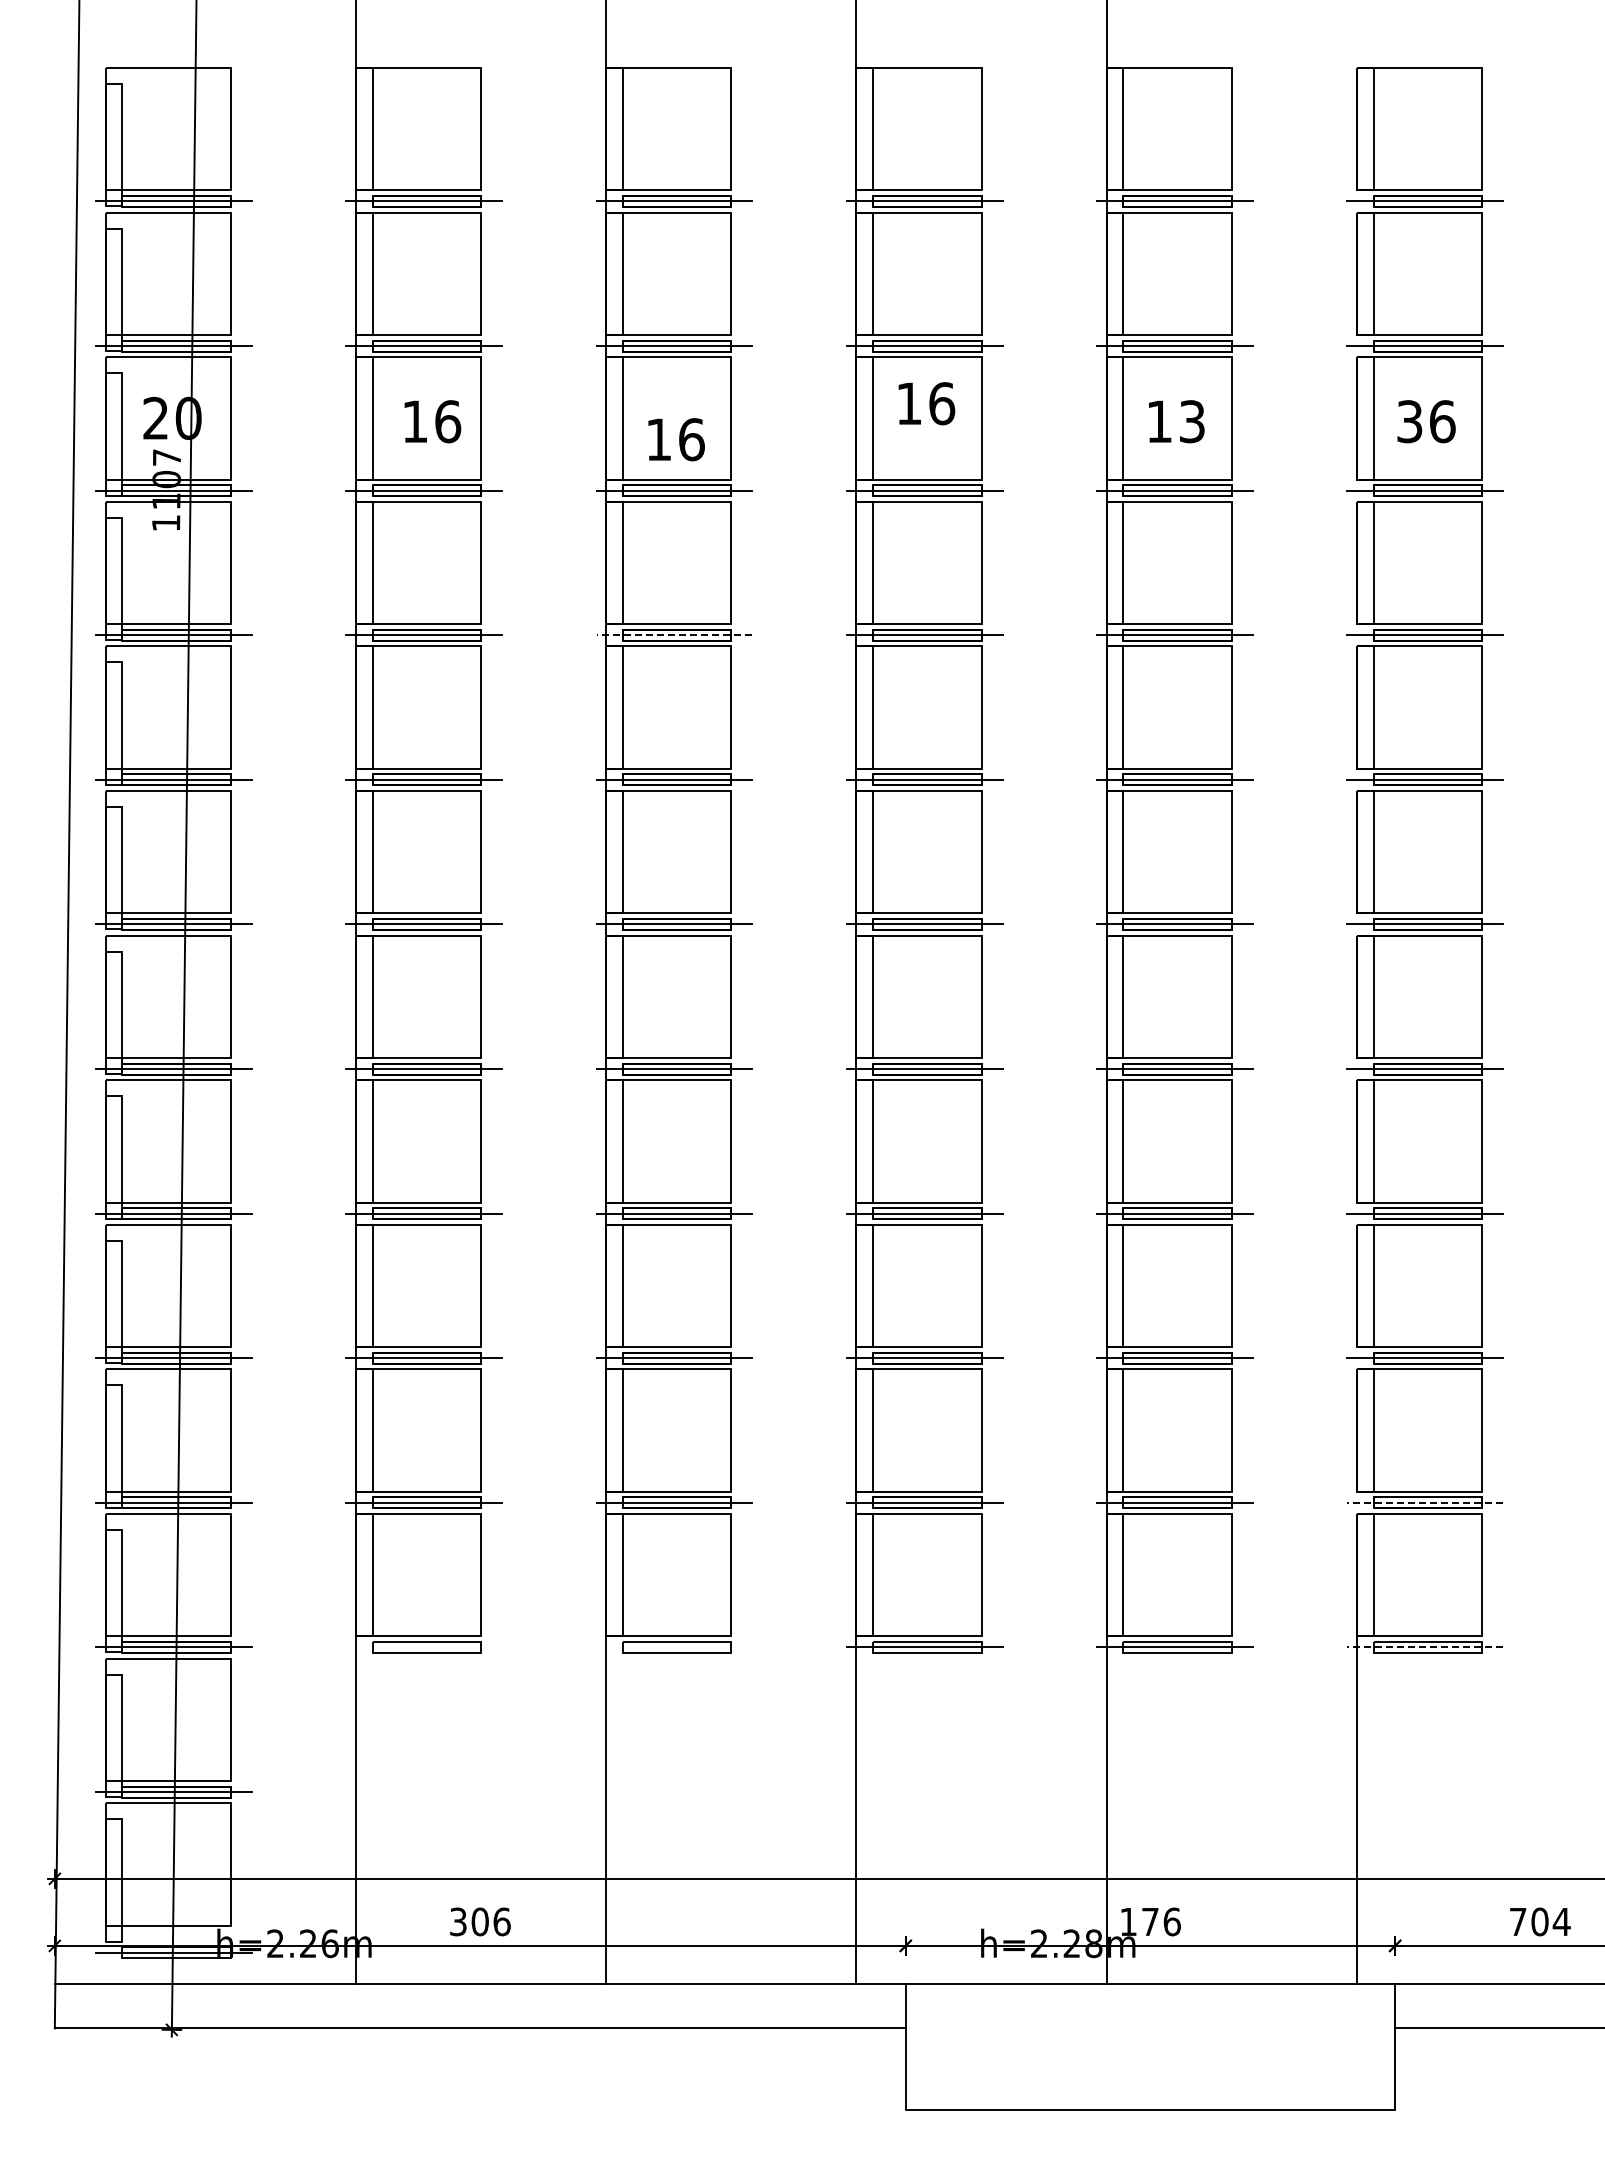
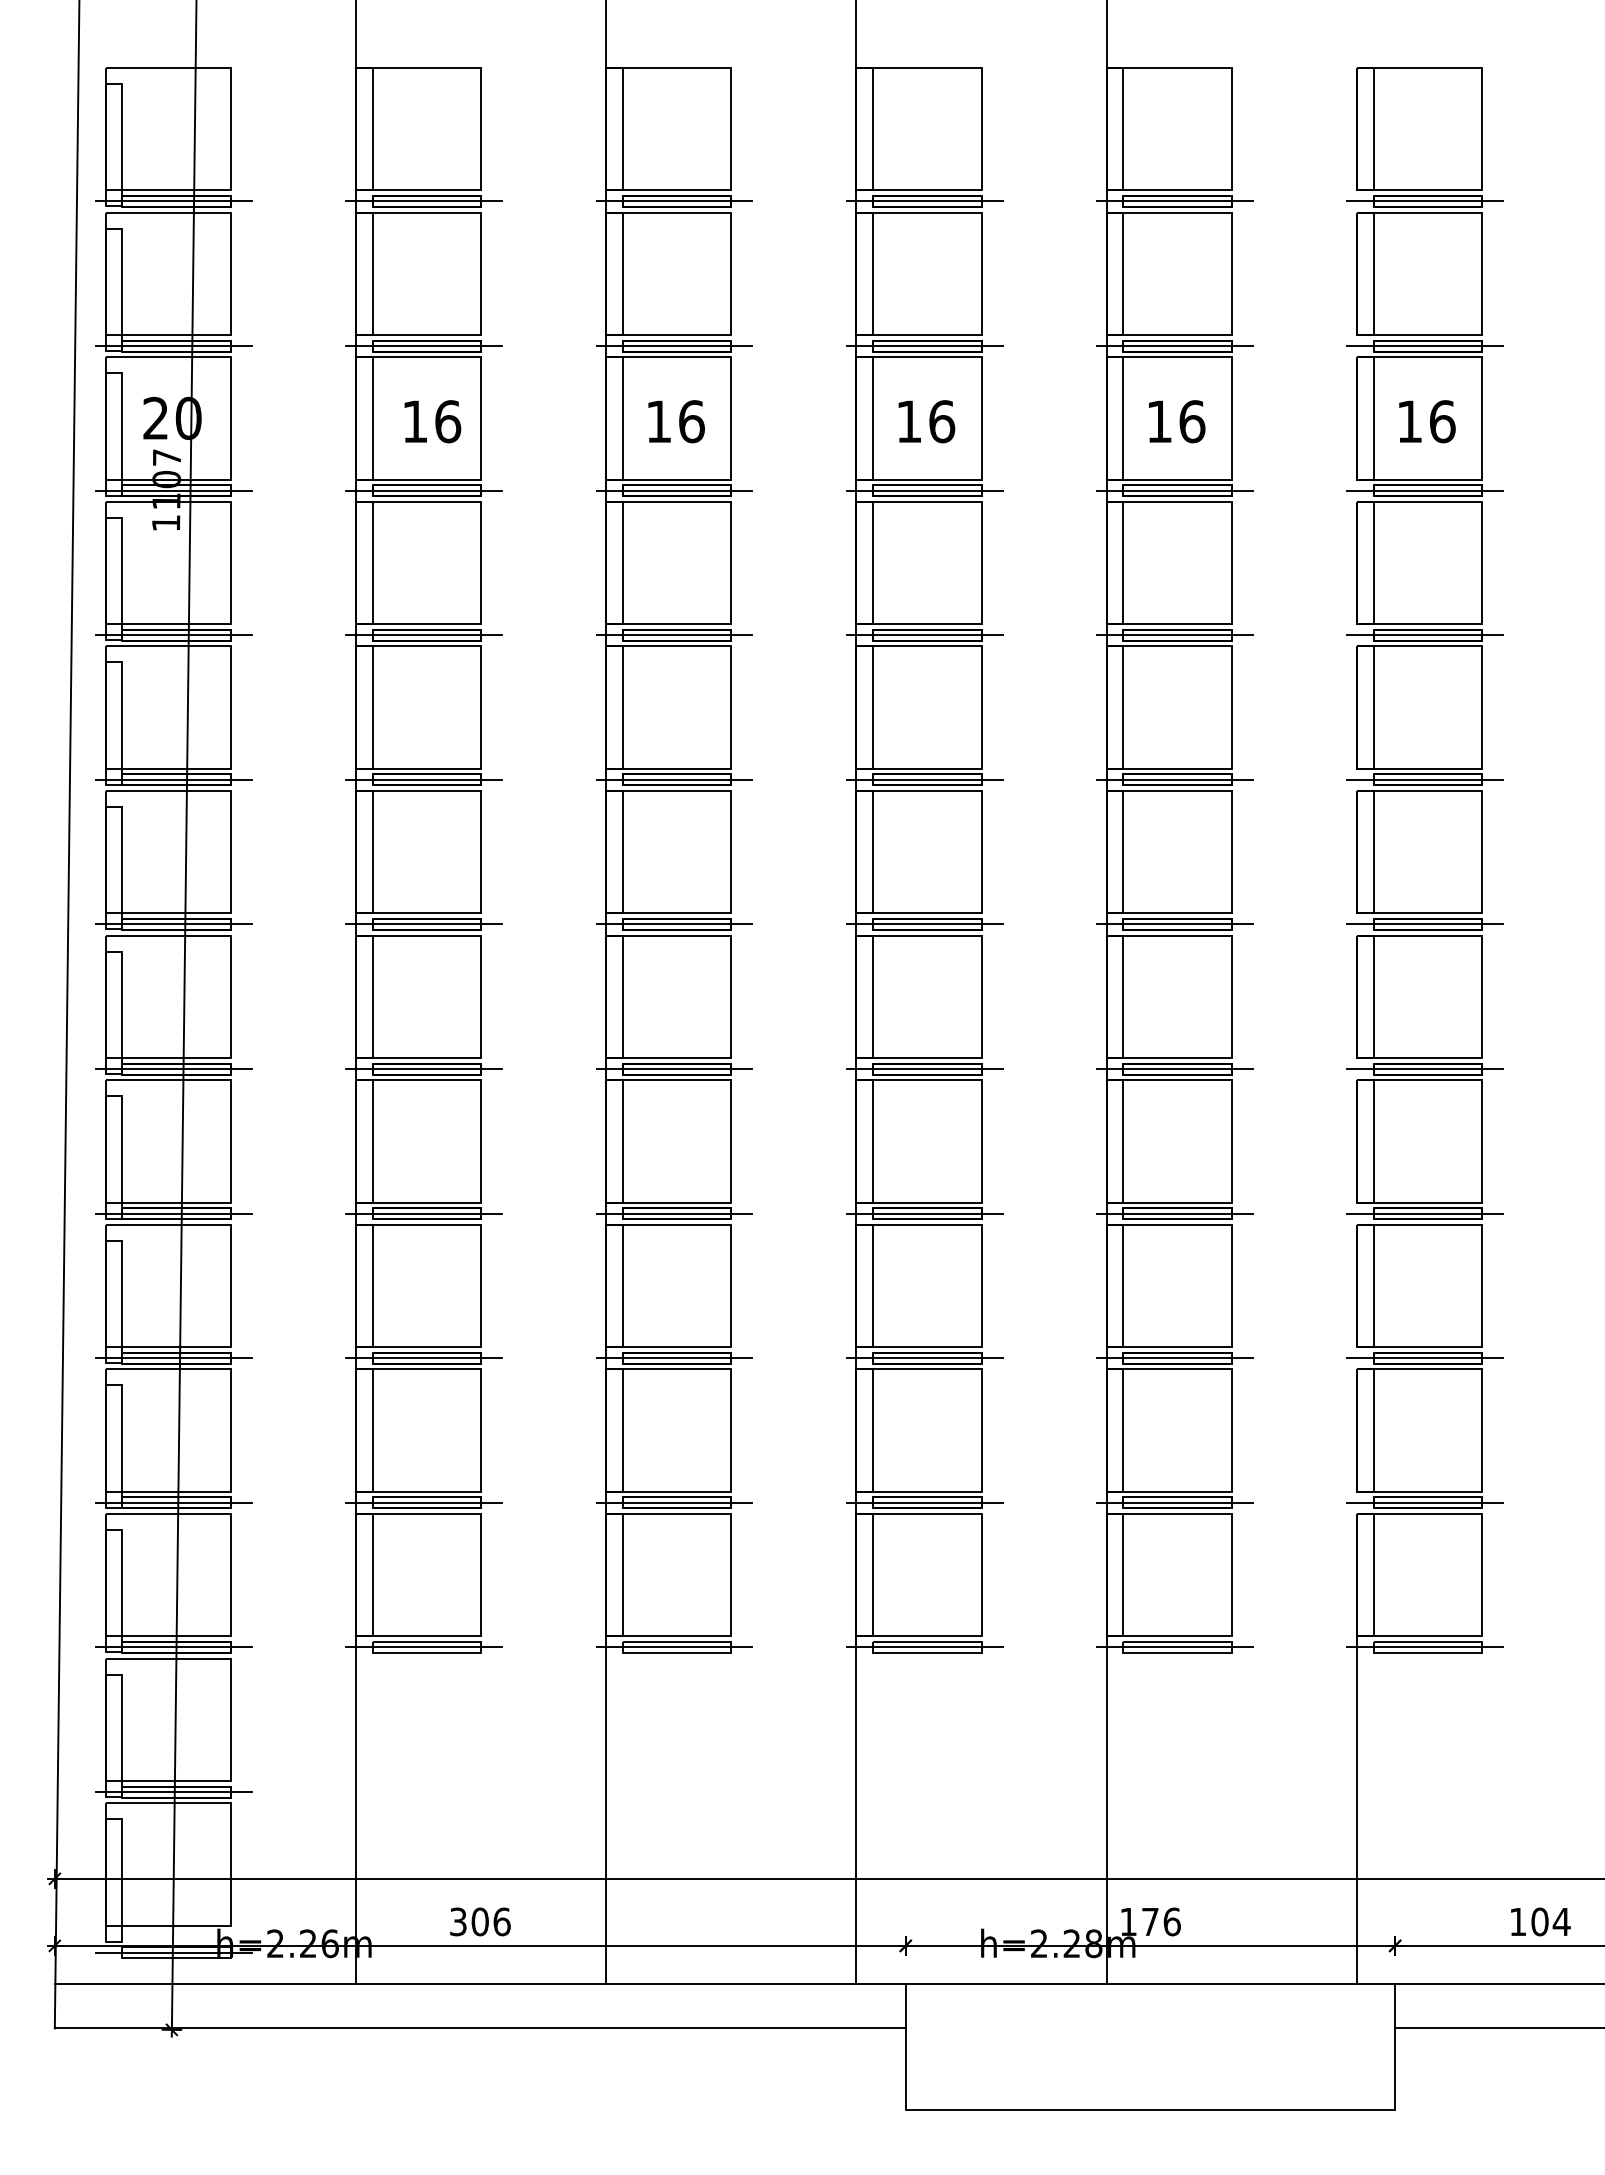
text at (926, 403) position: (926, 403) -> (926, 421)
text at (1192, 421): 13 -> 16
text at (1409, 421): 36 -> 16
text at (676, 439) position: (676, 439) -> (676, 421)
line at (674, 635): dashed -> solid
line at (1425, 1502): dashed -> solid
line at (424, 1647): none -> present
line at (674, 1647): none -> present
line at (1425, 1647): dashed -> solid
text at (1518, 1921): 704 -> 104
